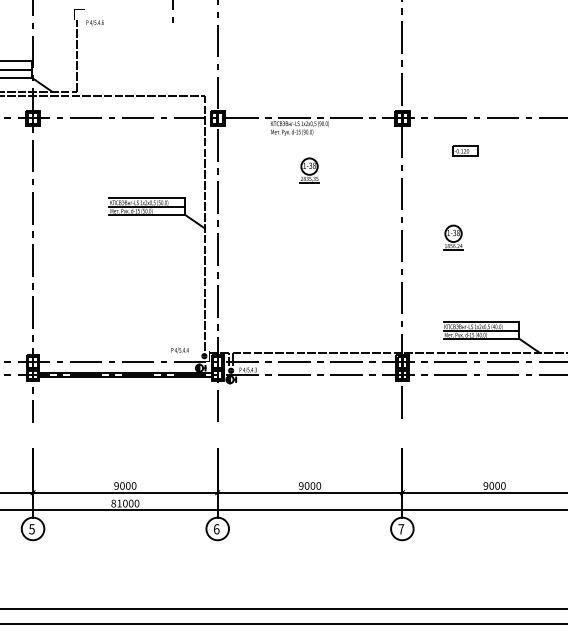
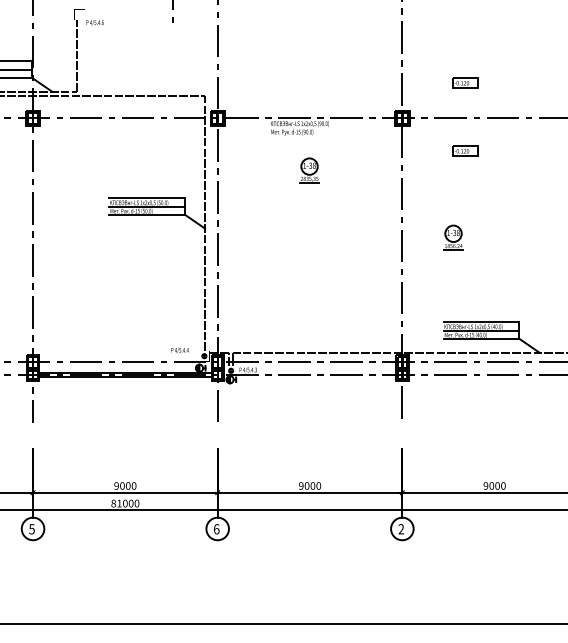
part at (465, 82): none -> present
text at (401, 529): 7 -> 2
line at (283, 609): present -> none
